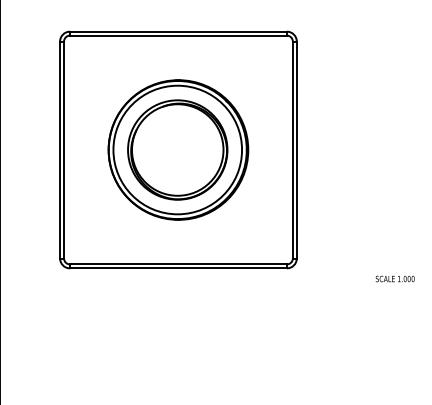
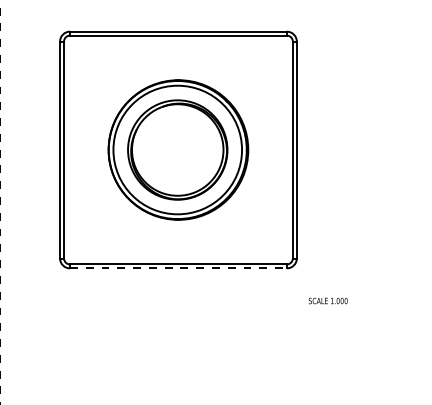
line at (0, 202): solid -> dashed
line at (178, 268): solid -> dashed
text at (394, 278) position: (394, 278) -> (327, 300)
